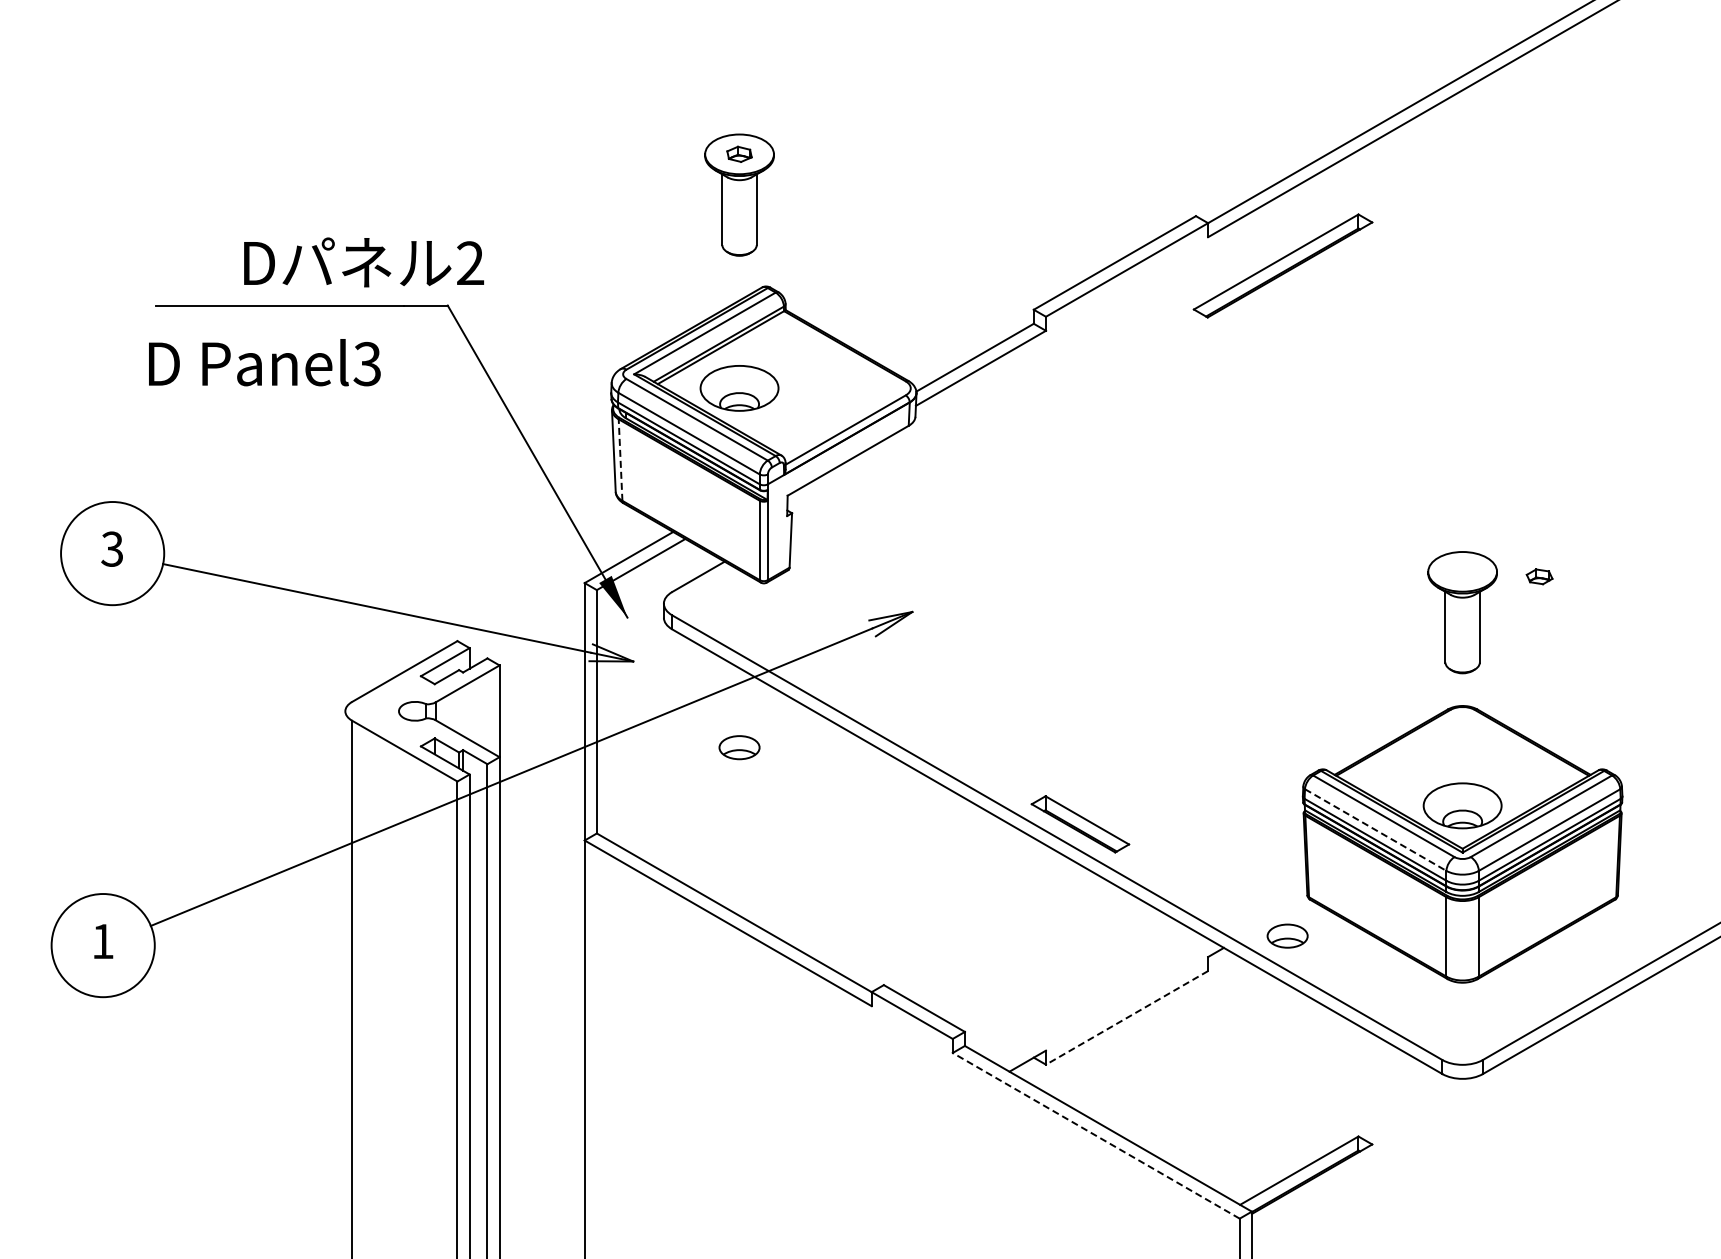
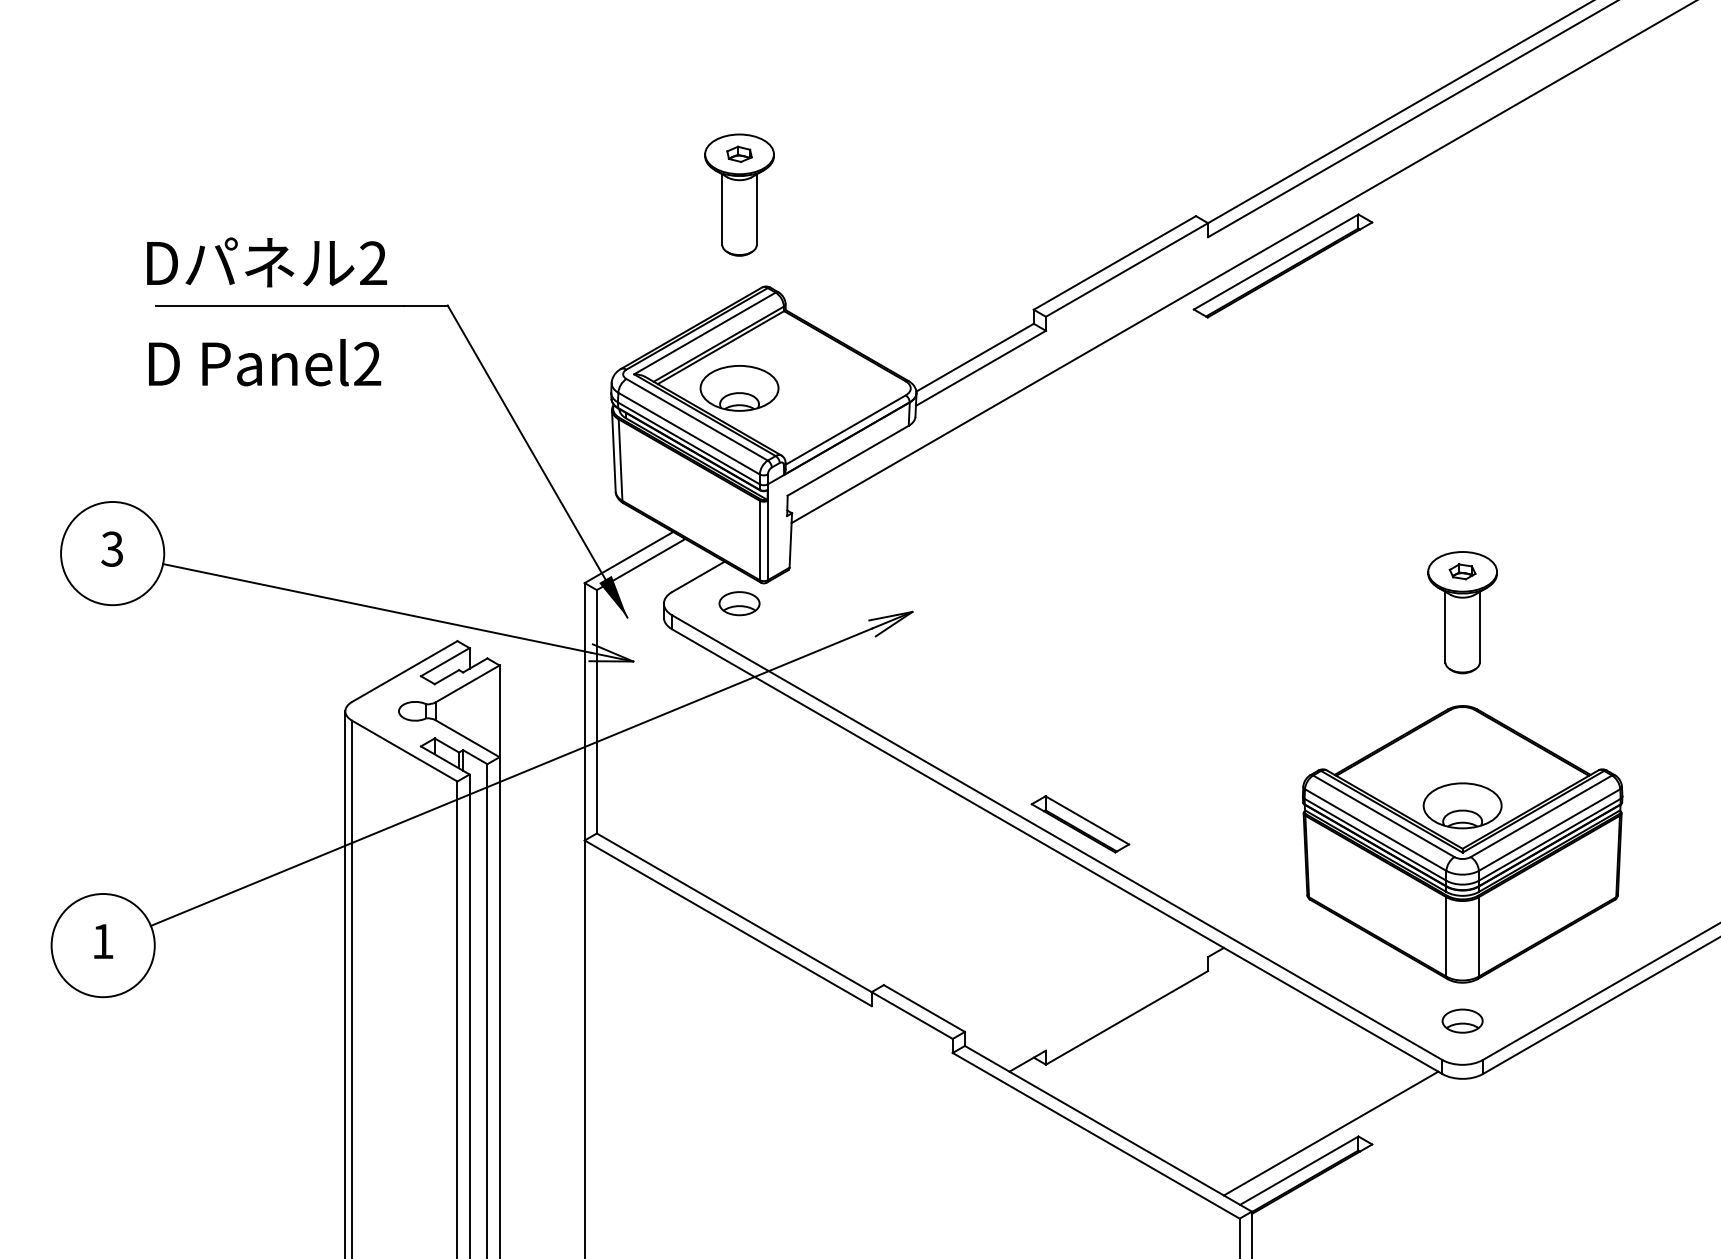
text at (363, 262) position: (363, 262) -> (266, 262)
line at (1242, 262): none -> present
text at (367, 364): Panel3 -> Panel2
line at (620, 460): dashed -> solid
part at (1539, 576) position: (1539, 576) -> (1462, 571)
part at (739, 747) position: (739, 747) -> (739, 603)
line at (1375, 830): dashed -> solid
part at (1287, 935) position: (1287, 935) -> (1462, 1020)
line at (345, 983): none -> present
line at (1127, 1017): dashed -> solid
line at (1330, 1133): none -> present
line at (1096, 1135): dashed -> solid
